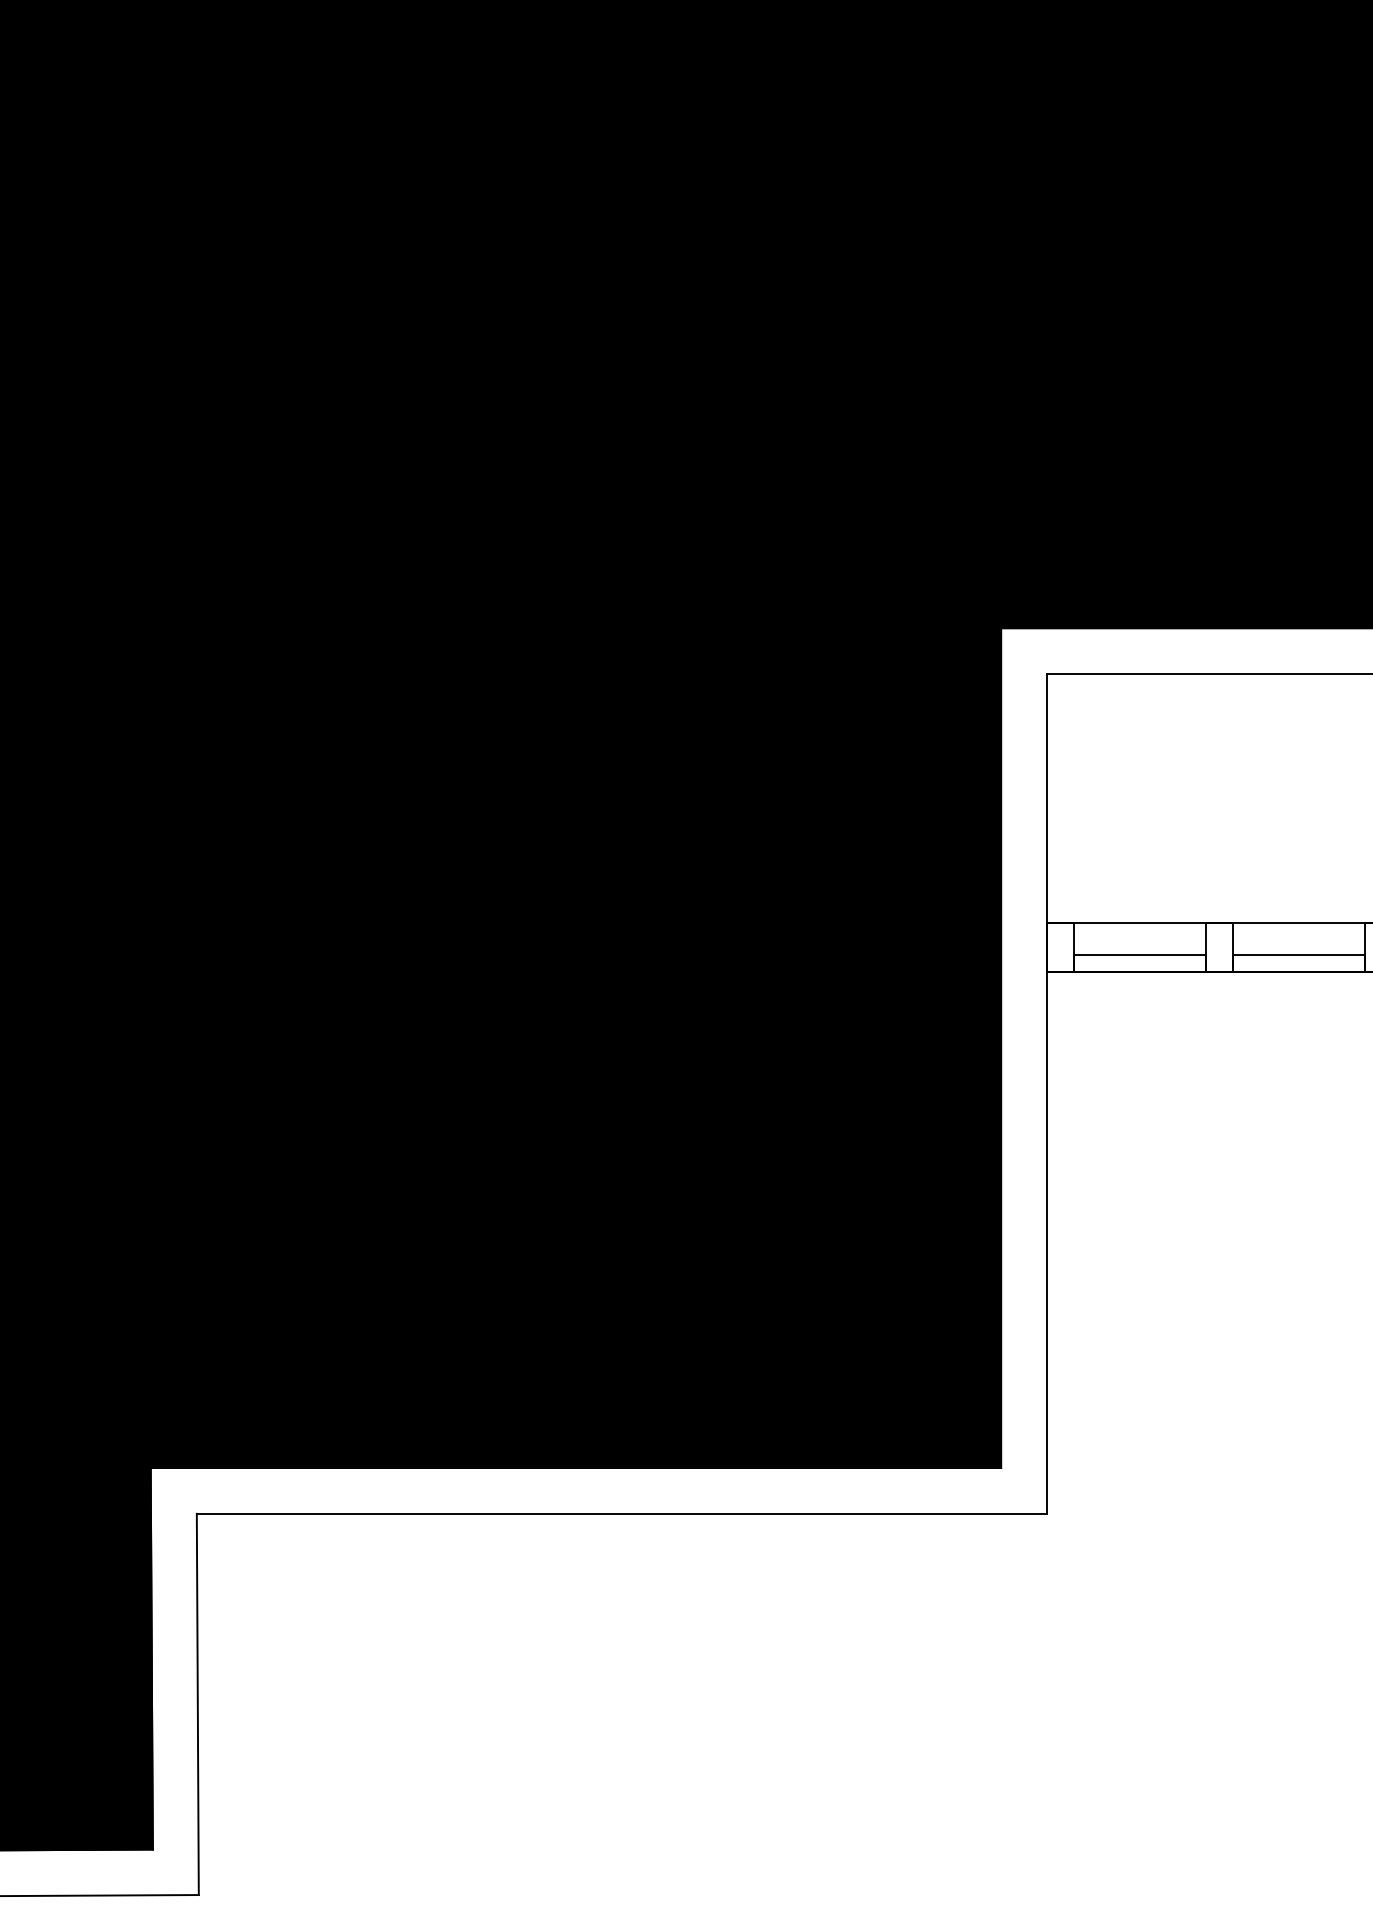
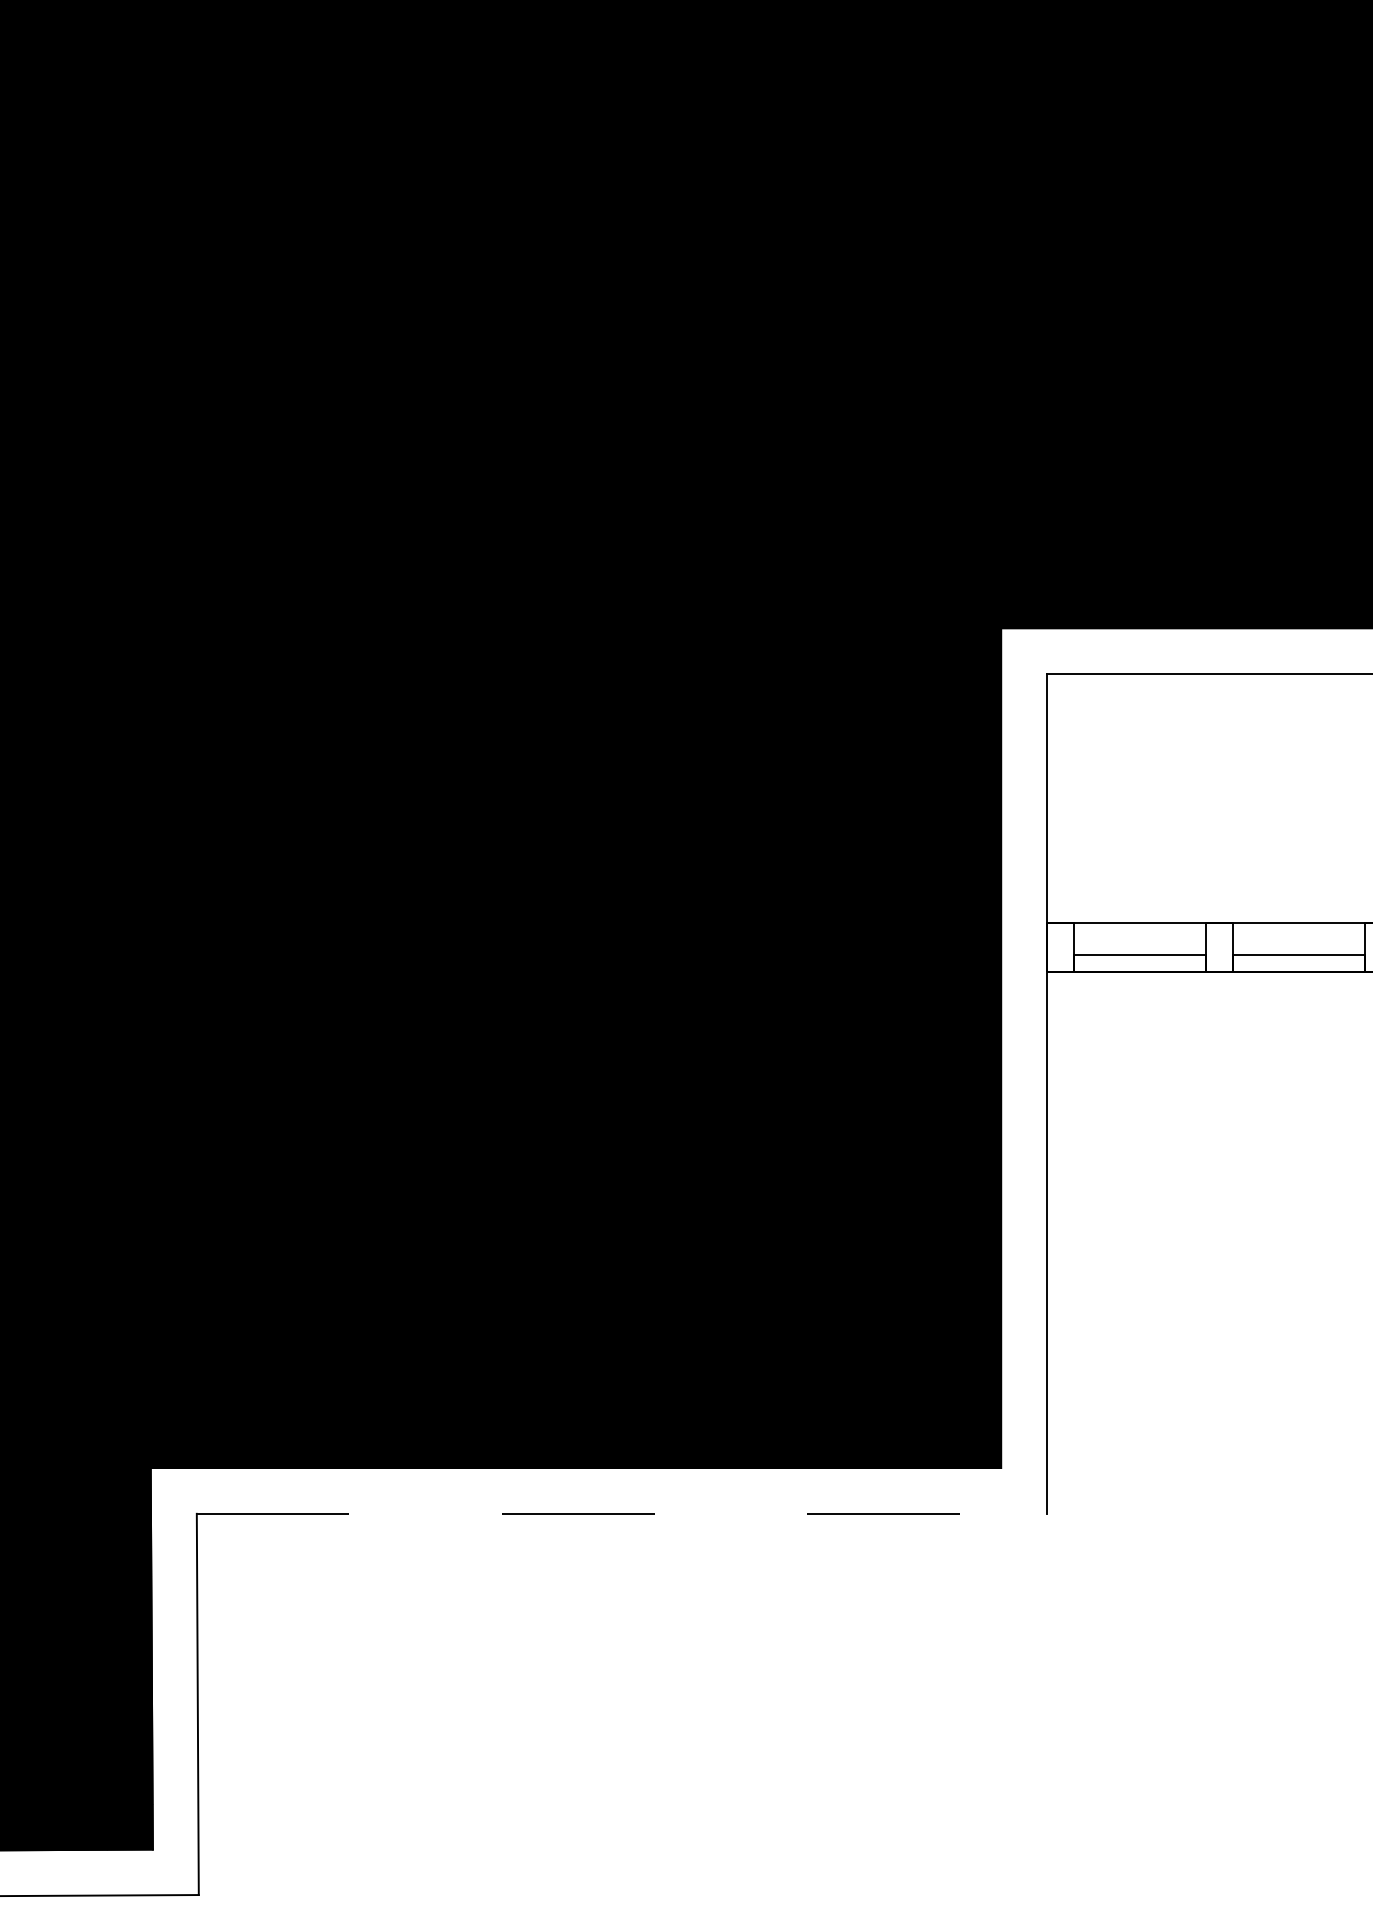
line at (622, 1513): solid -> dashed
